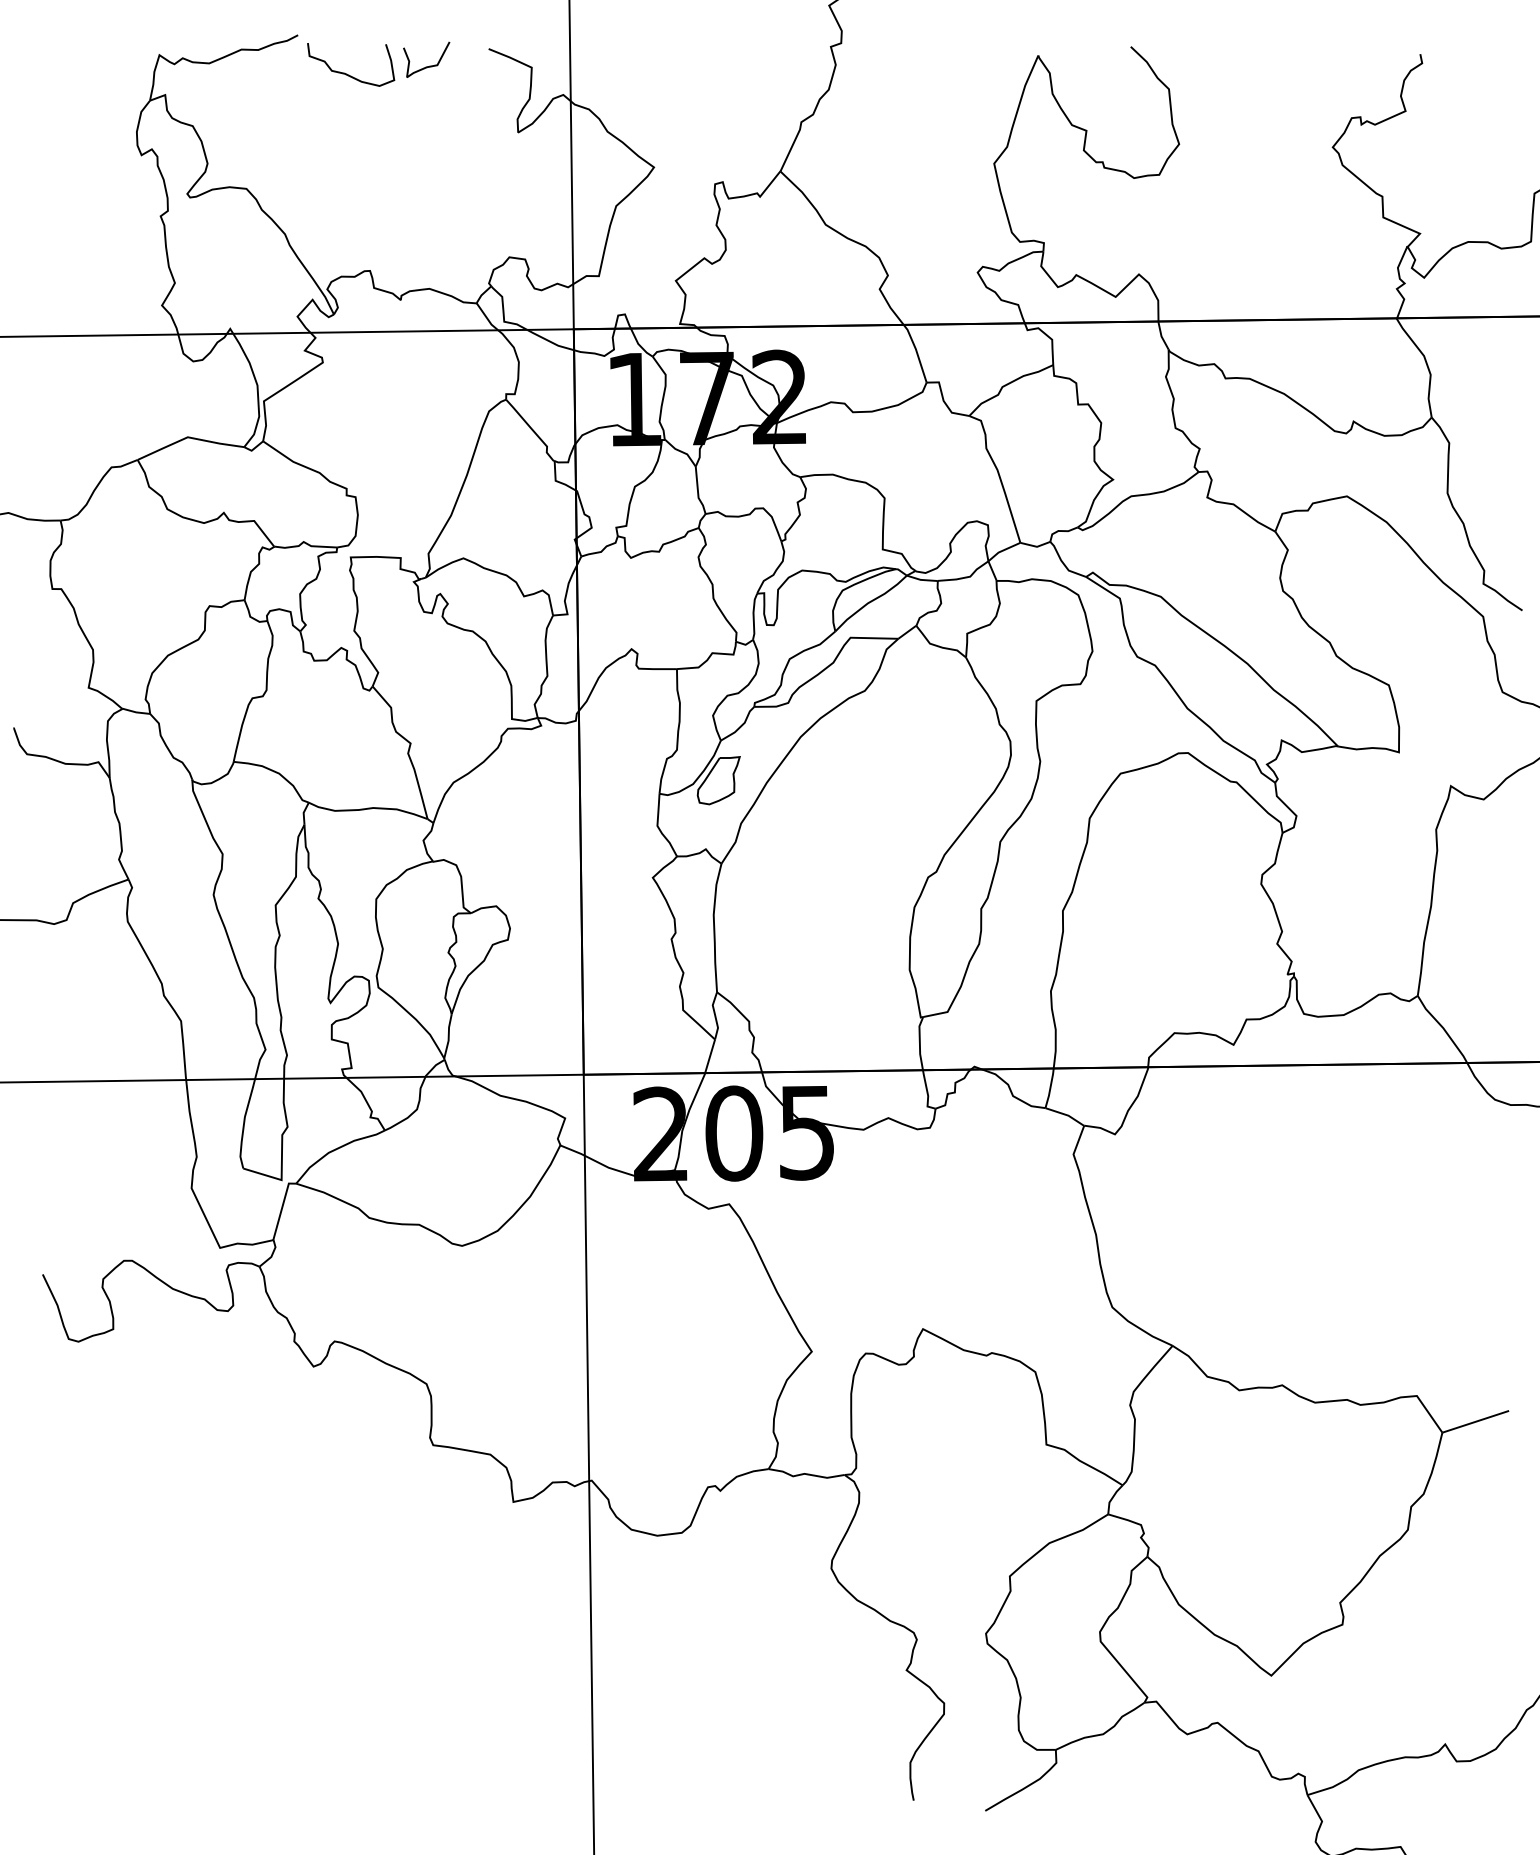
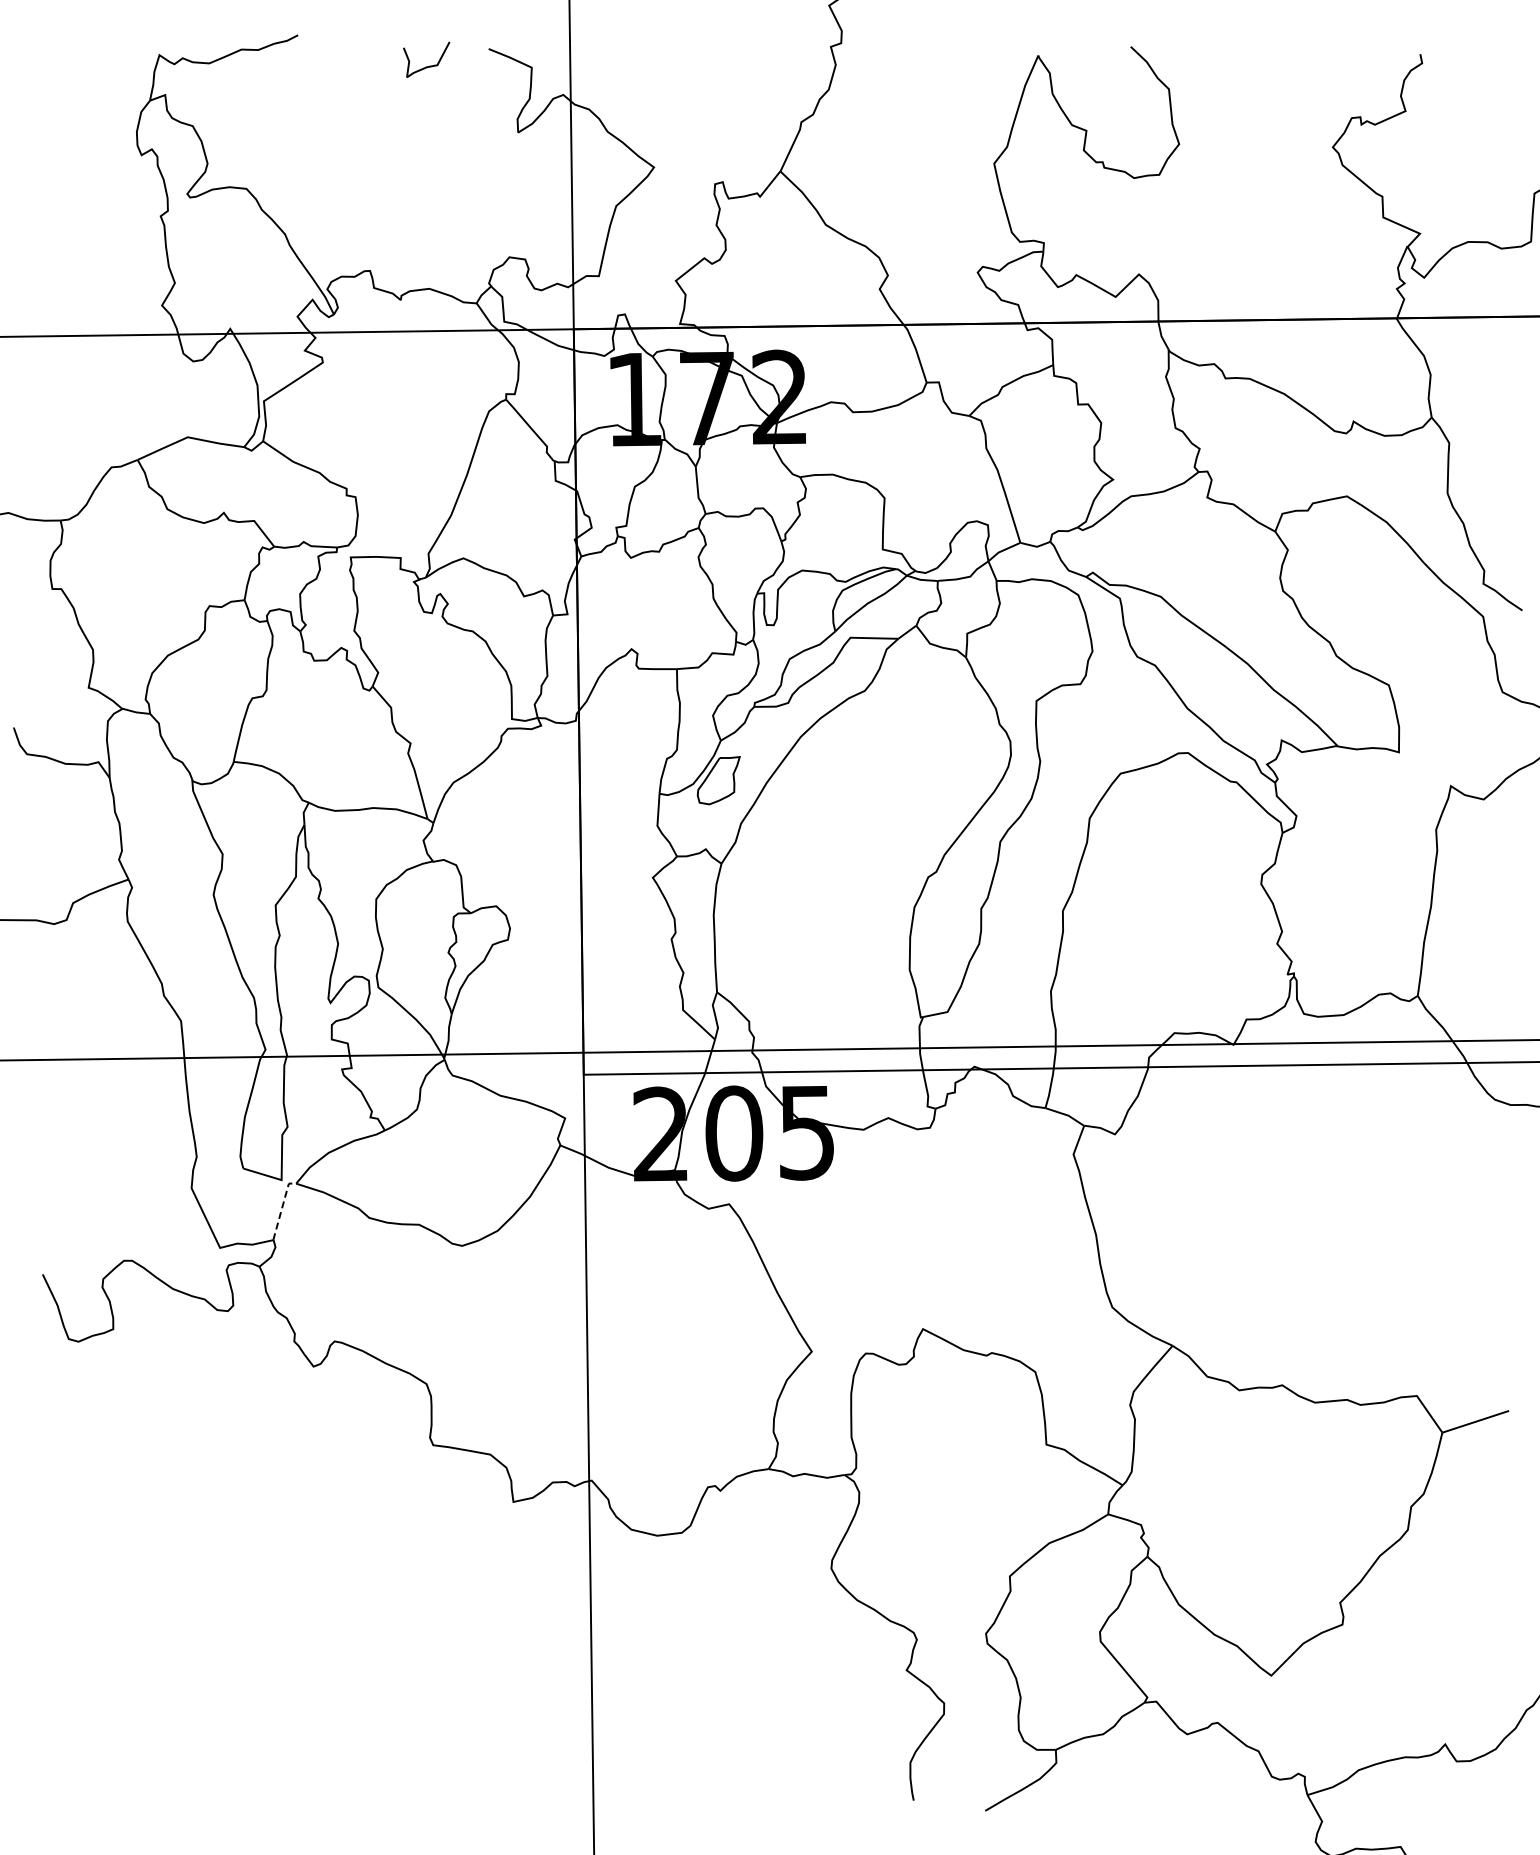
curve at (349, 74): present -> none
line at (769, 1072) position: (769, 1072) -> (769, 1050)
line at (282, 1207): solid -> dashed
